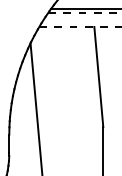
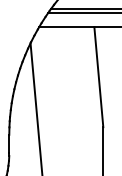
line at (85, 13): dashed -> solid
line at (80, 27): dashed -> solid
